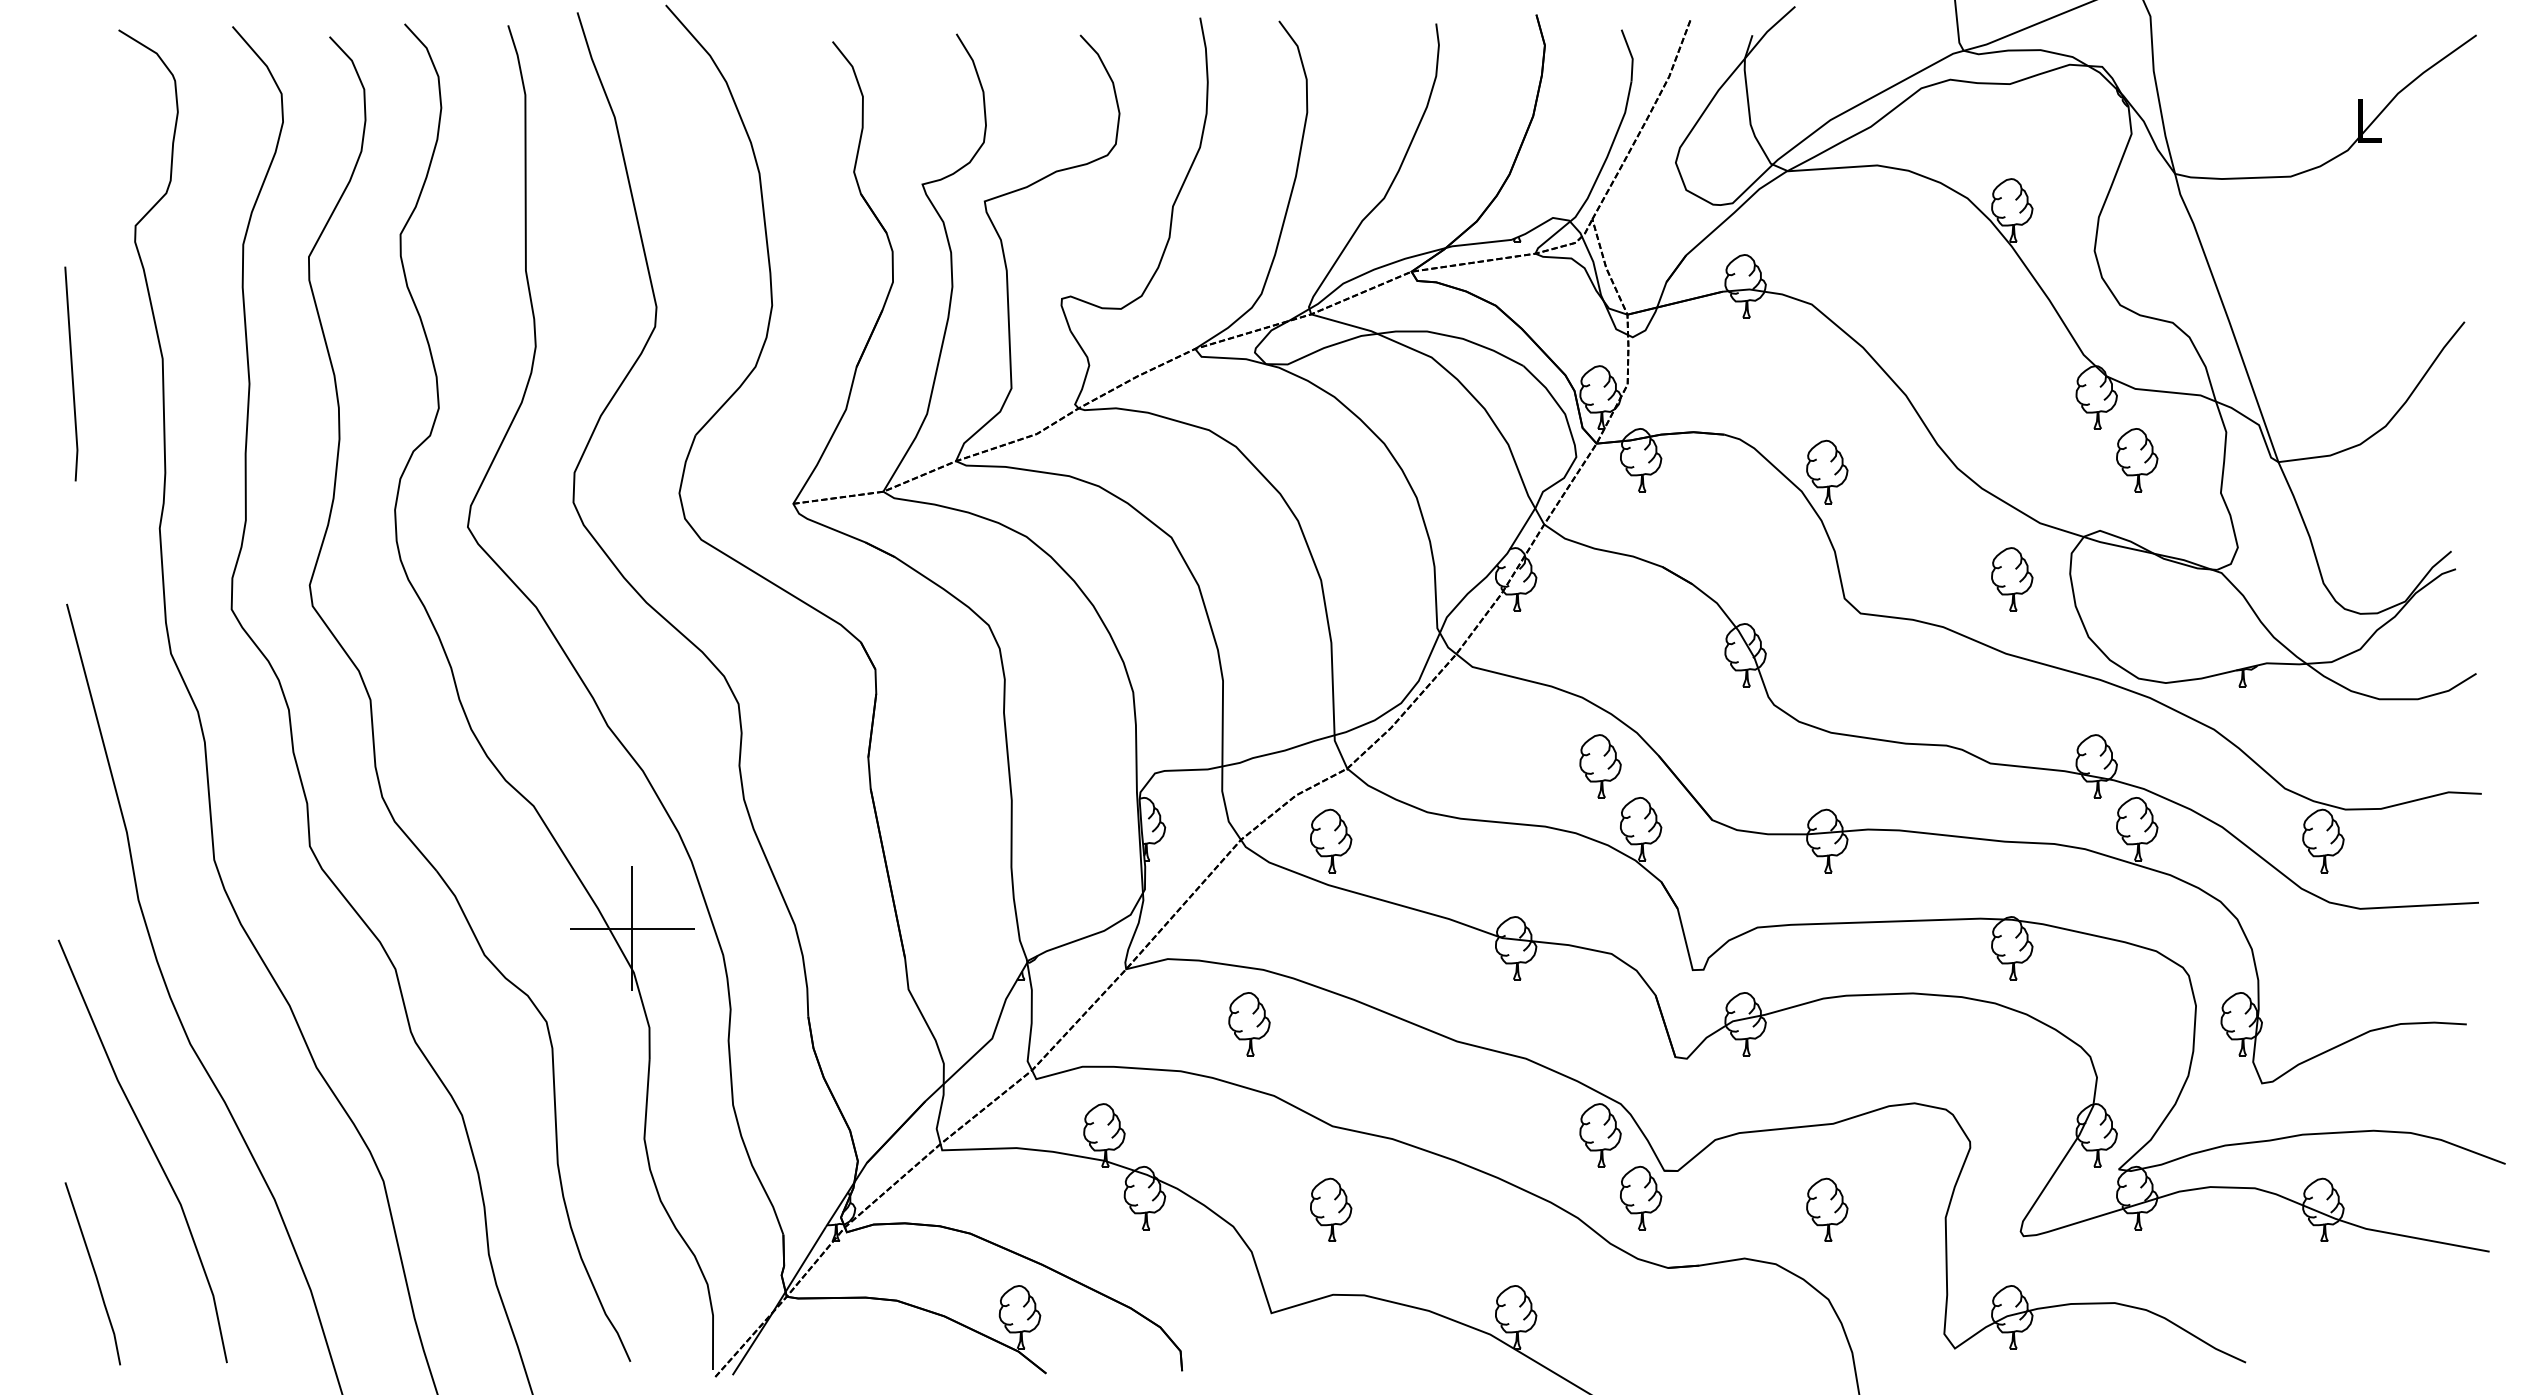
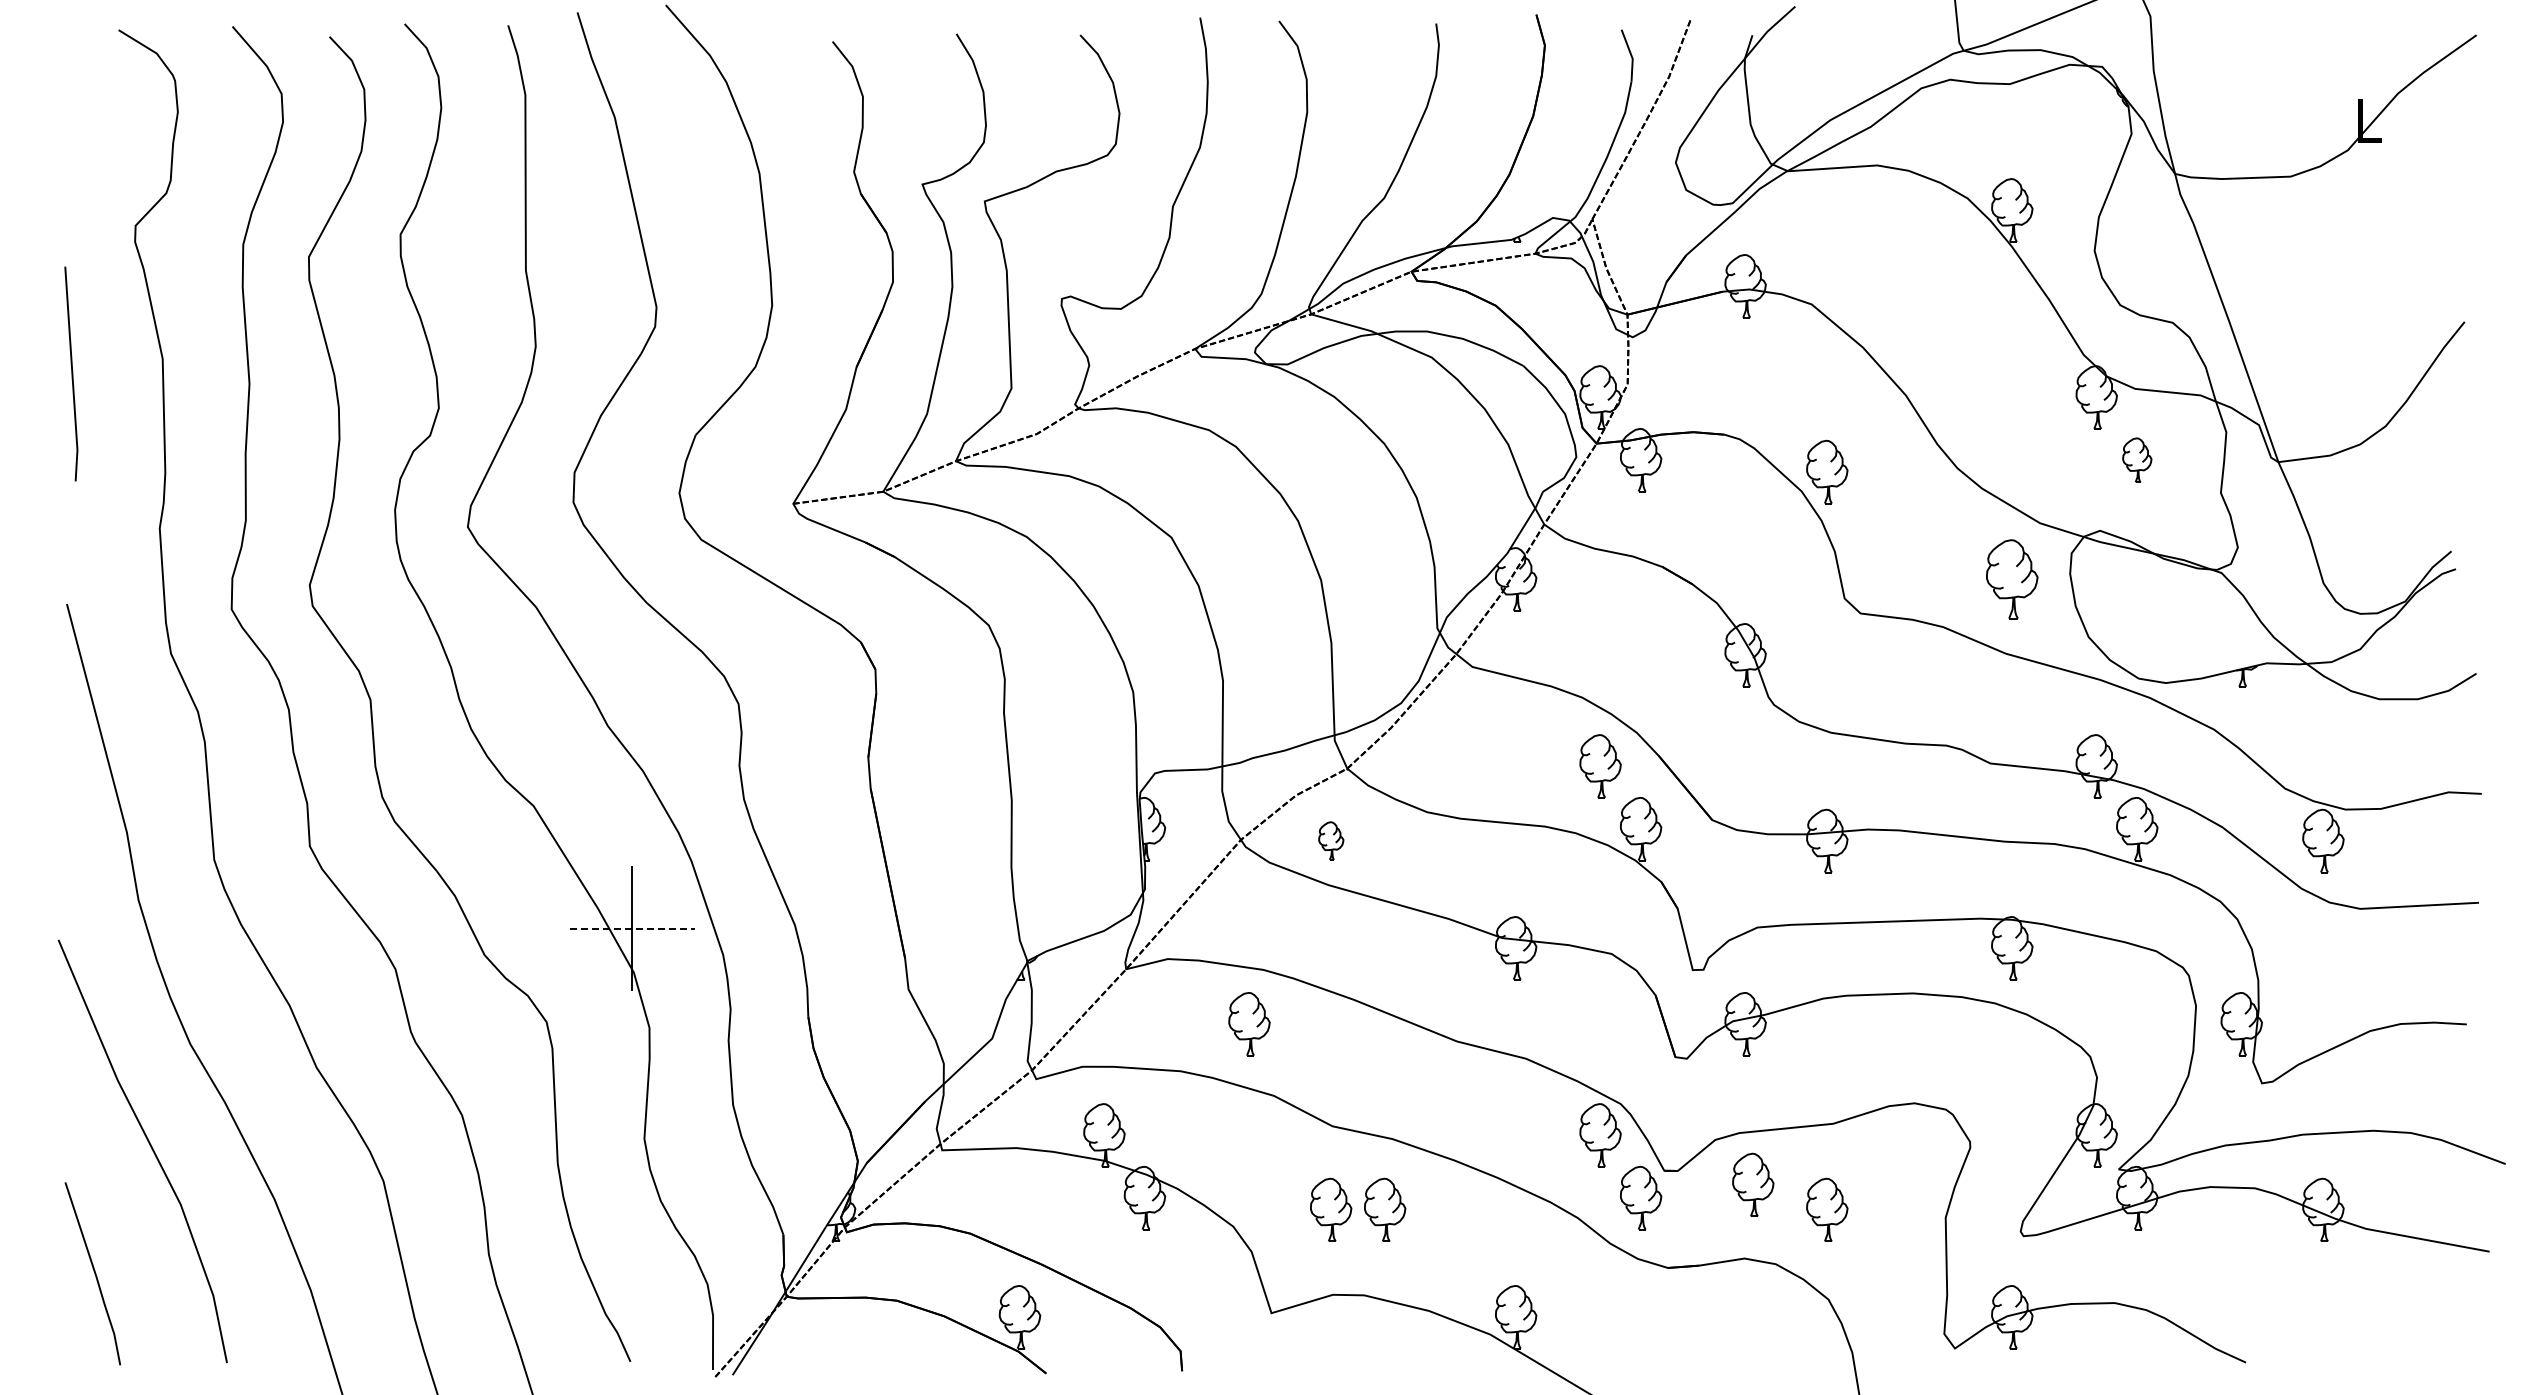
part at (2137, 460) size: 43x65 px -> 31x46 px
part at (2012, 579) size: 43x65 px -> 53x81 px
part at (1331, 840) size: 43x66 px -> 27x40 px
line at (632, 928): solid -> dashed
part at (1753, 1184): none -> present
part at (1385, 1209): none -> present
